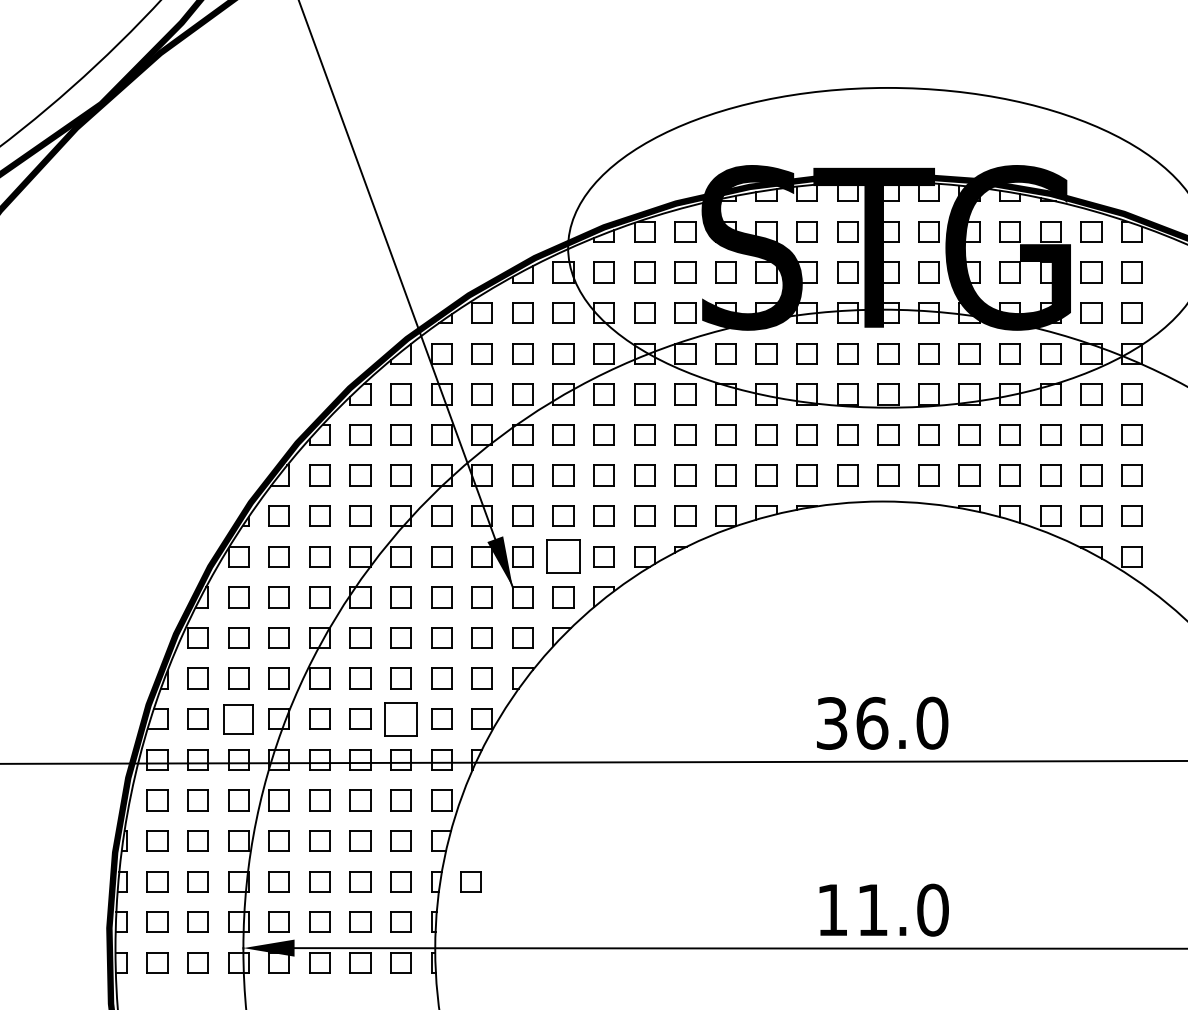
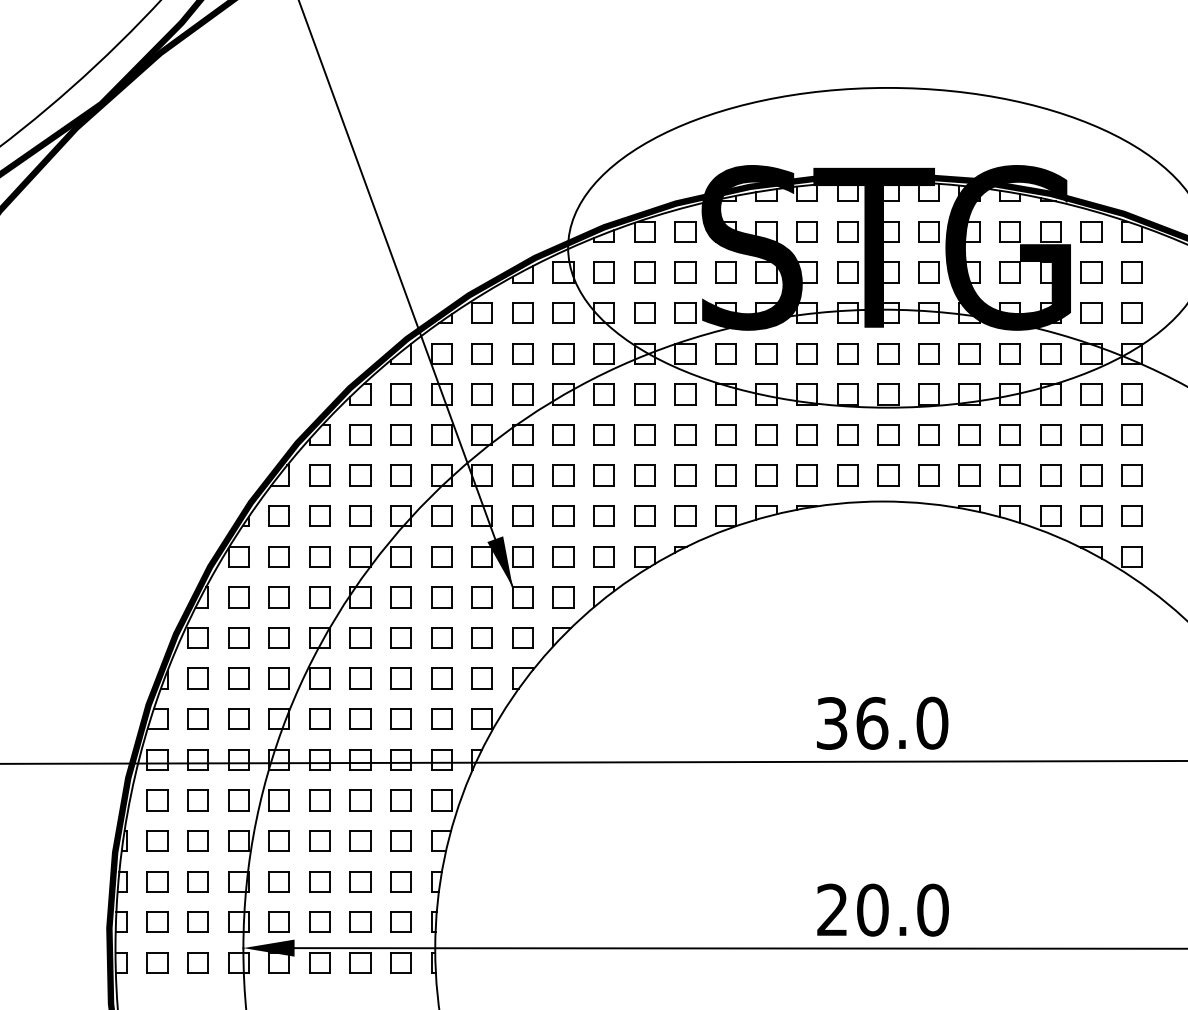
part at (563, 556) size: 35x35 px -> 23x22 px
part at (238, 719) size: 31x31 px -> 22x22 px
part at (400, 719) size: 34x35 px -> 22x22 px
part at (470, 881): present -> none
text at (852, 909): 11.0 -> 20.0
